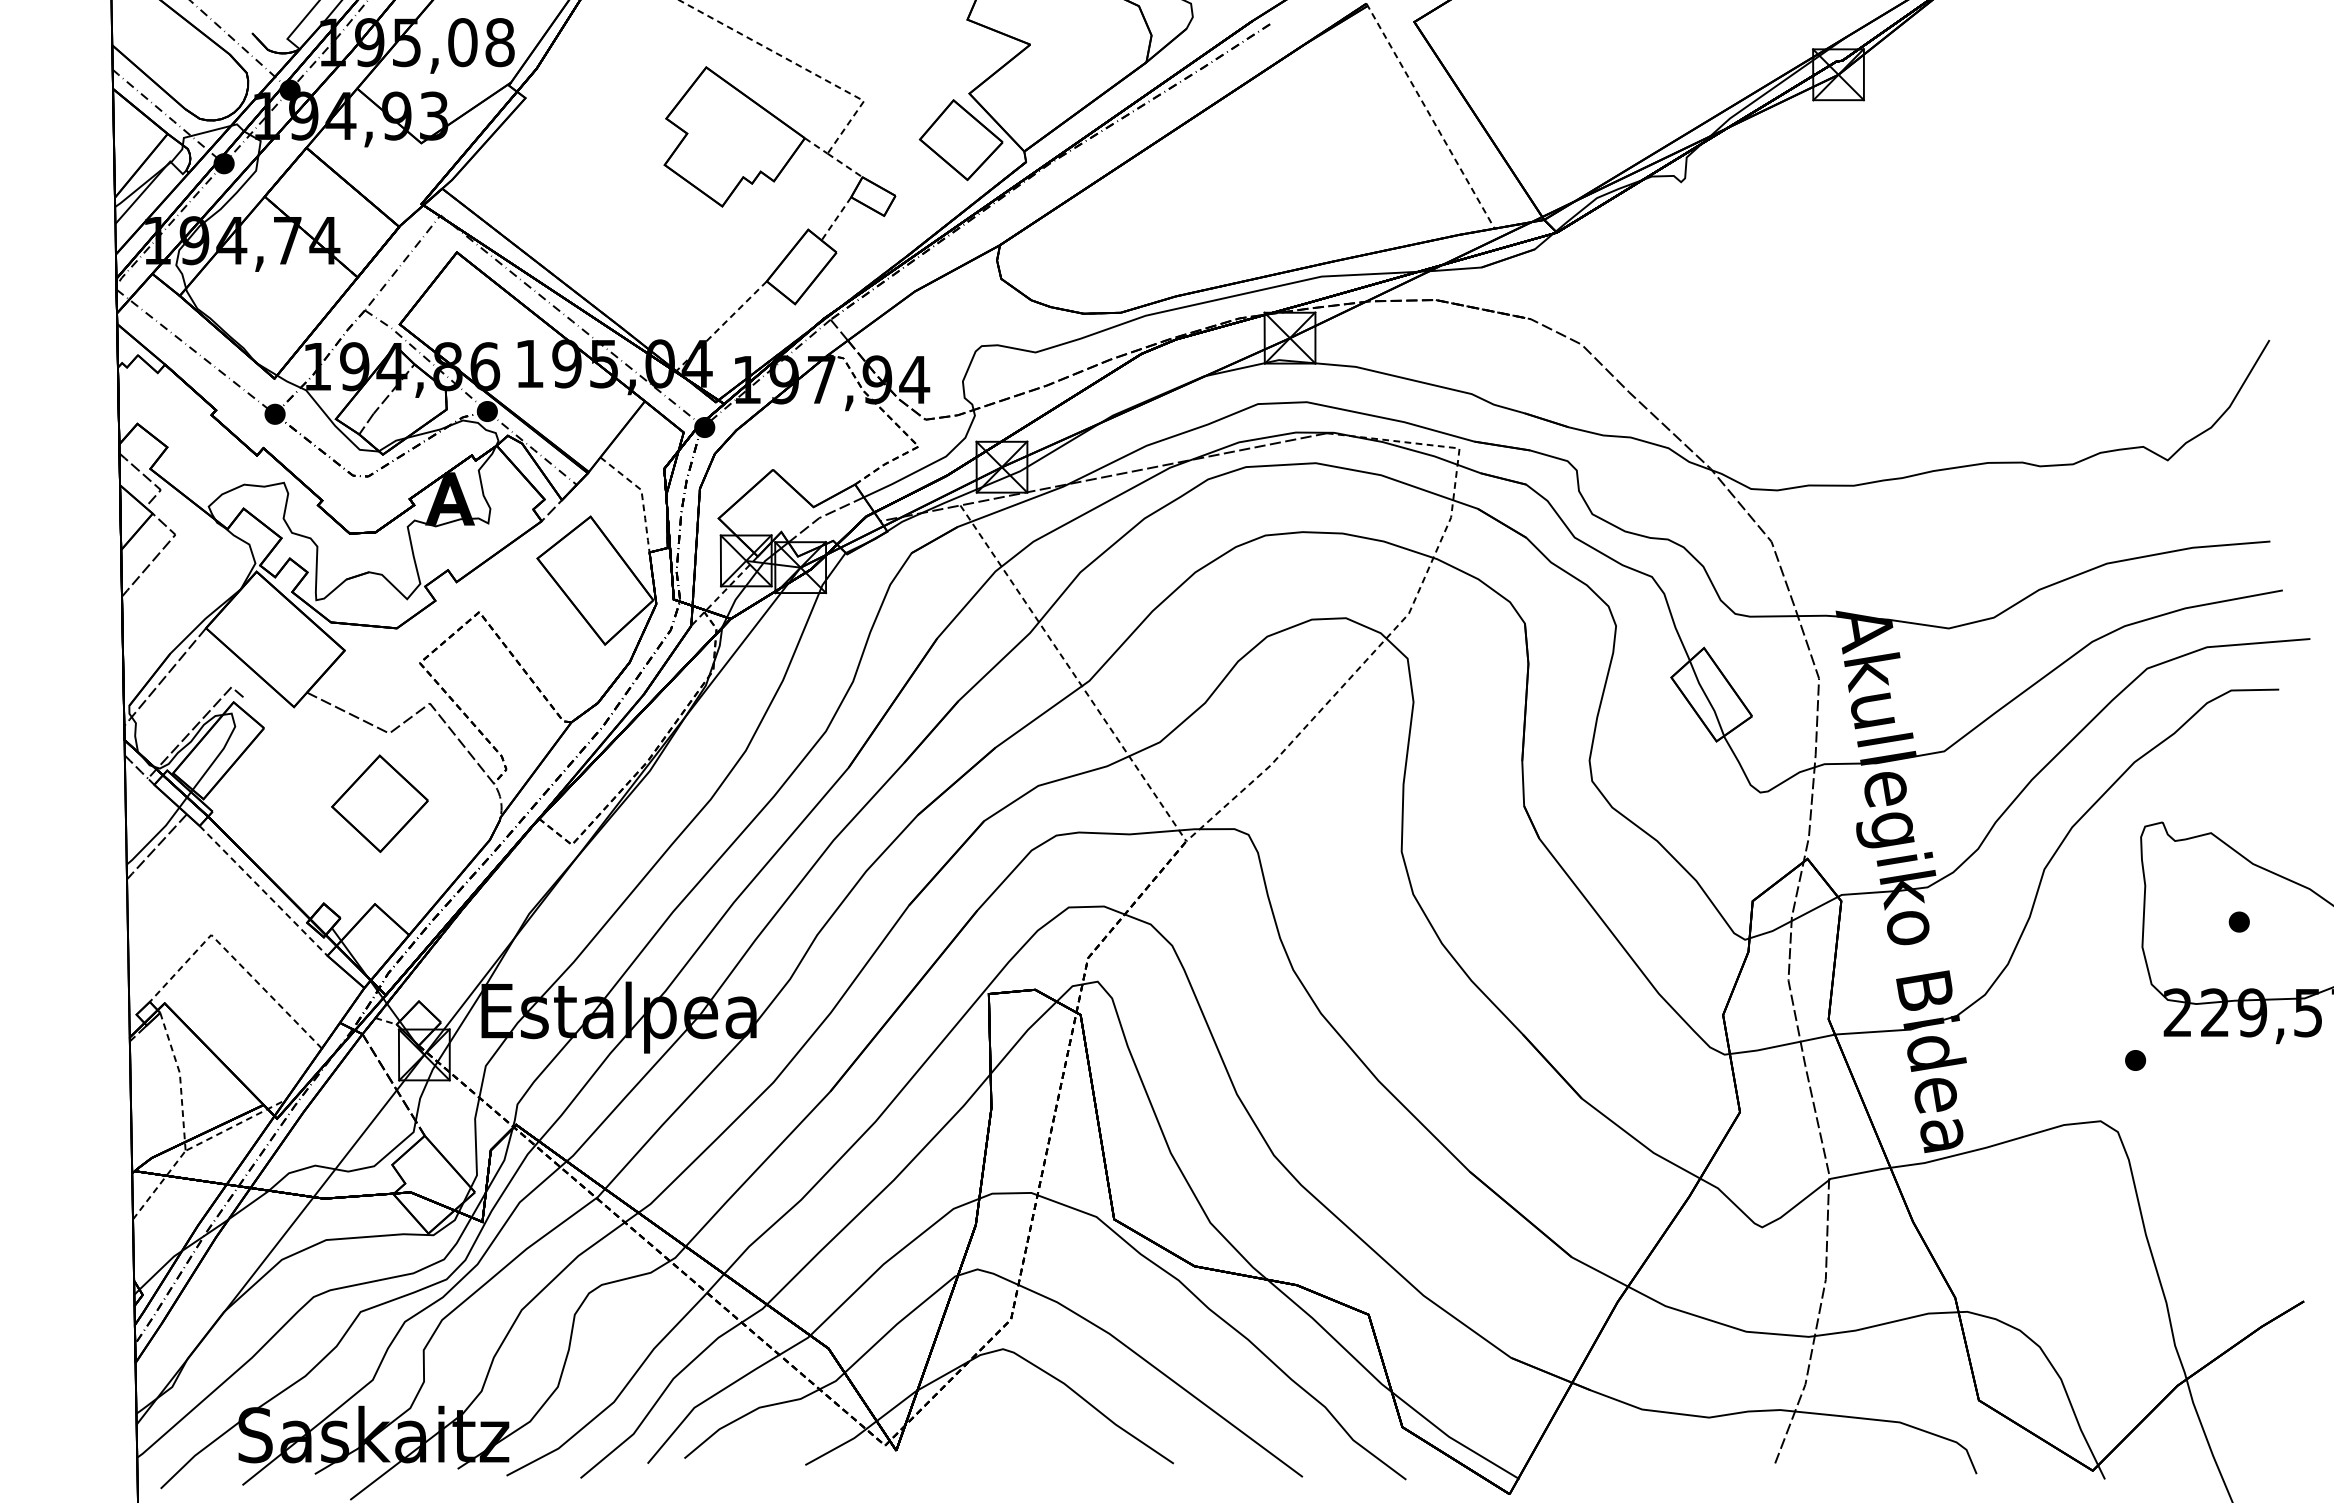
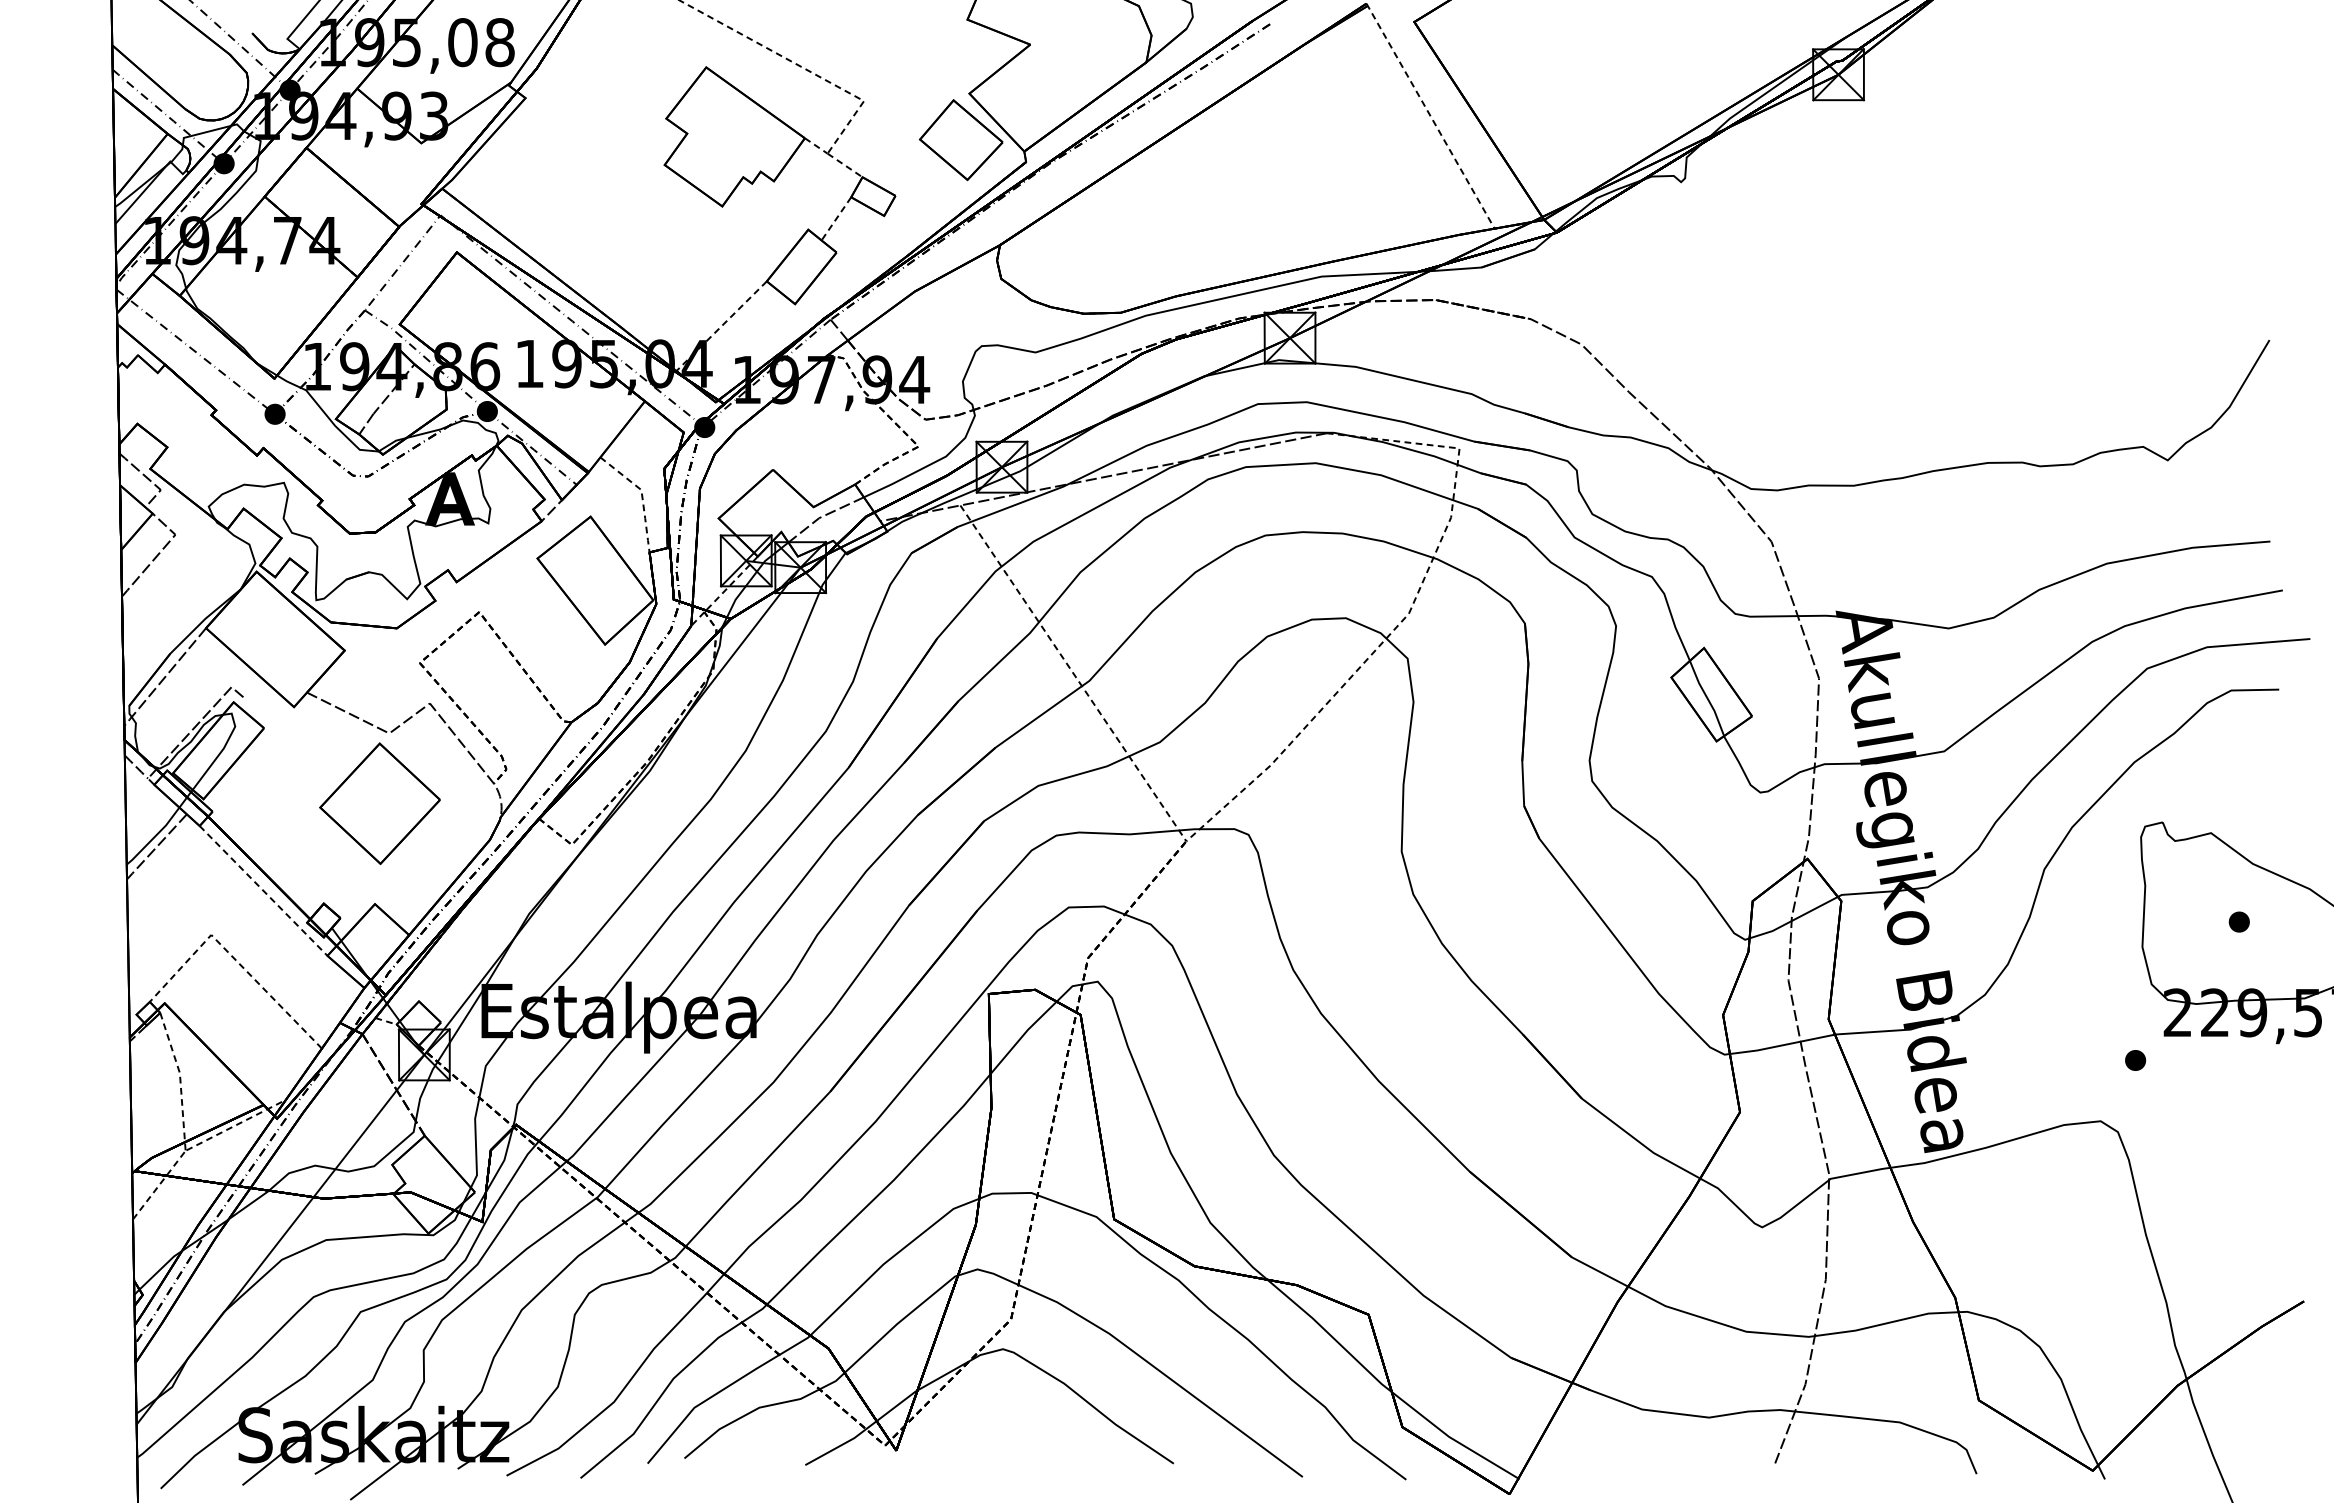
part at (379, 803) size: 98x100 px -> 122x123 px
